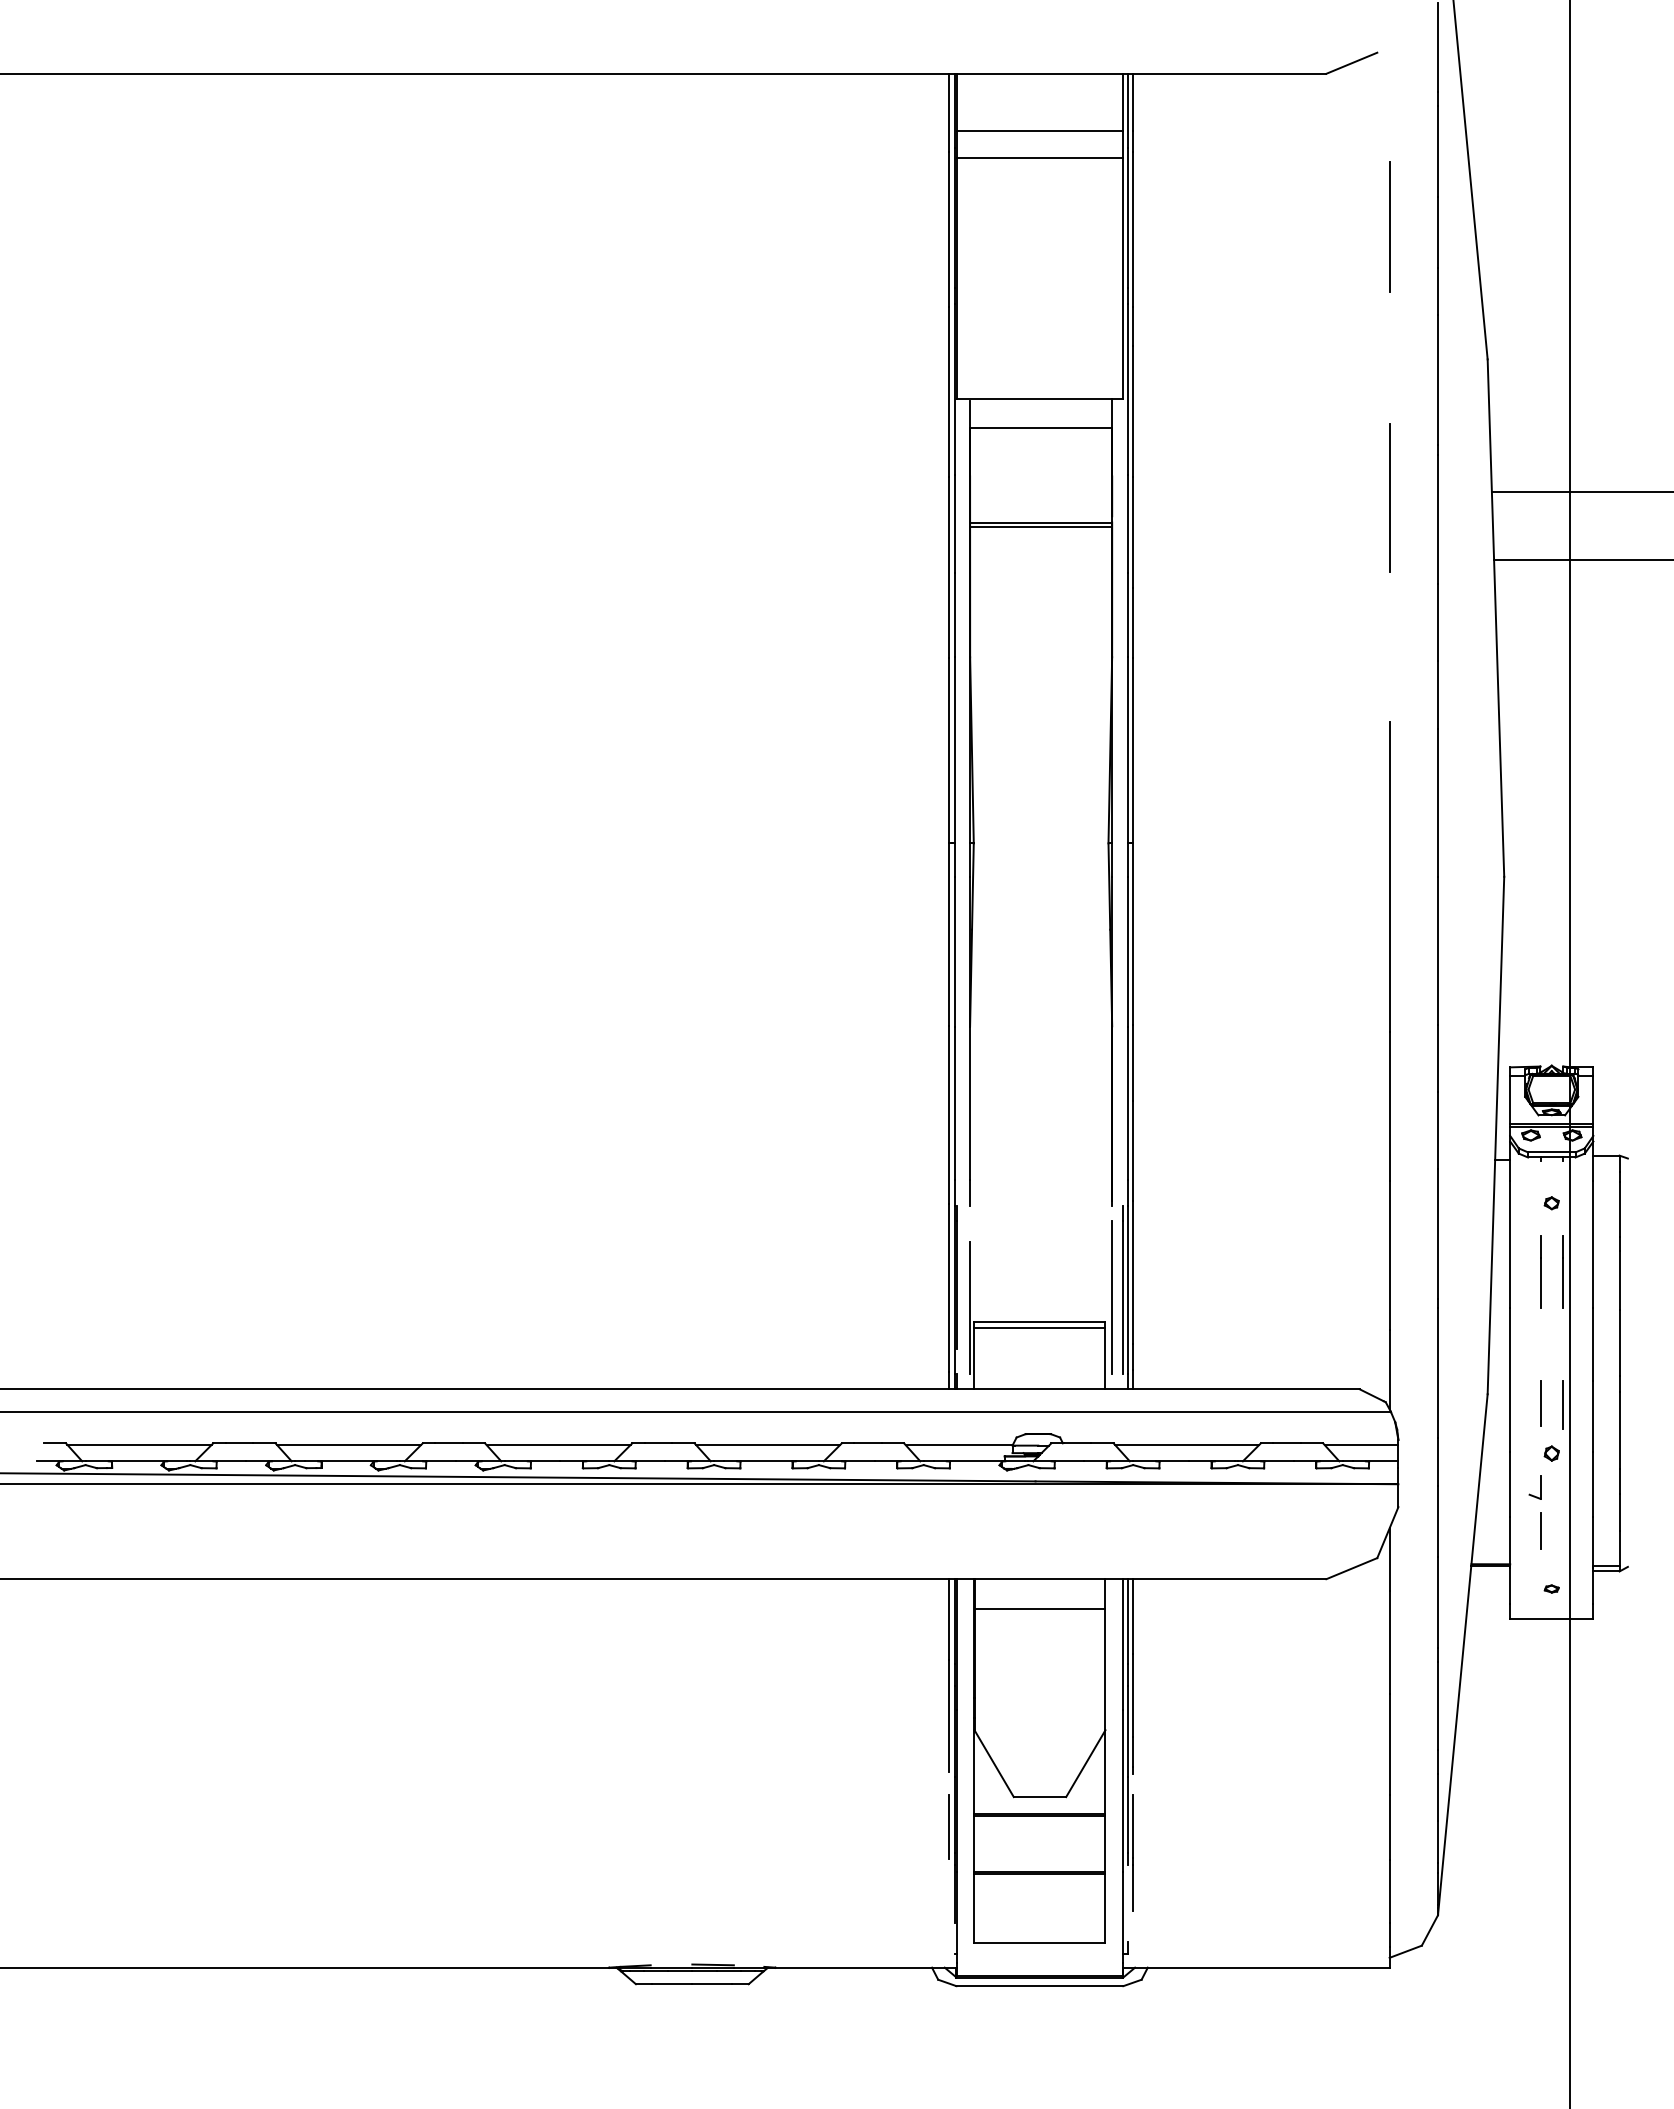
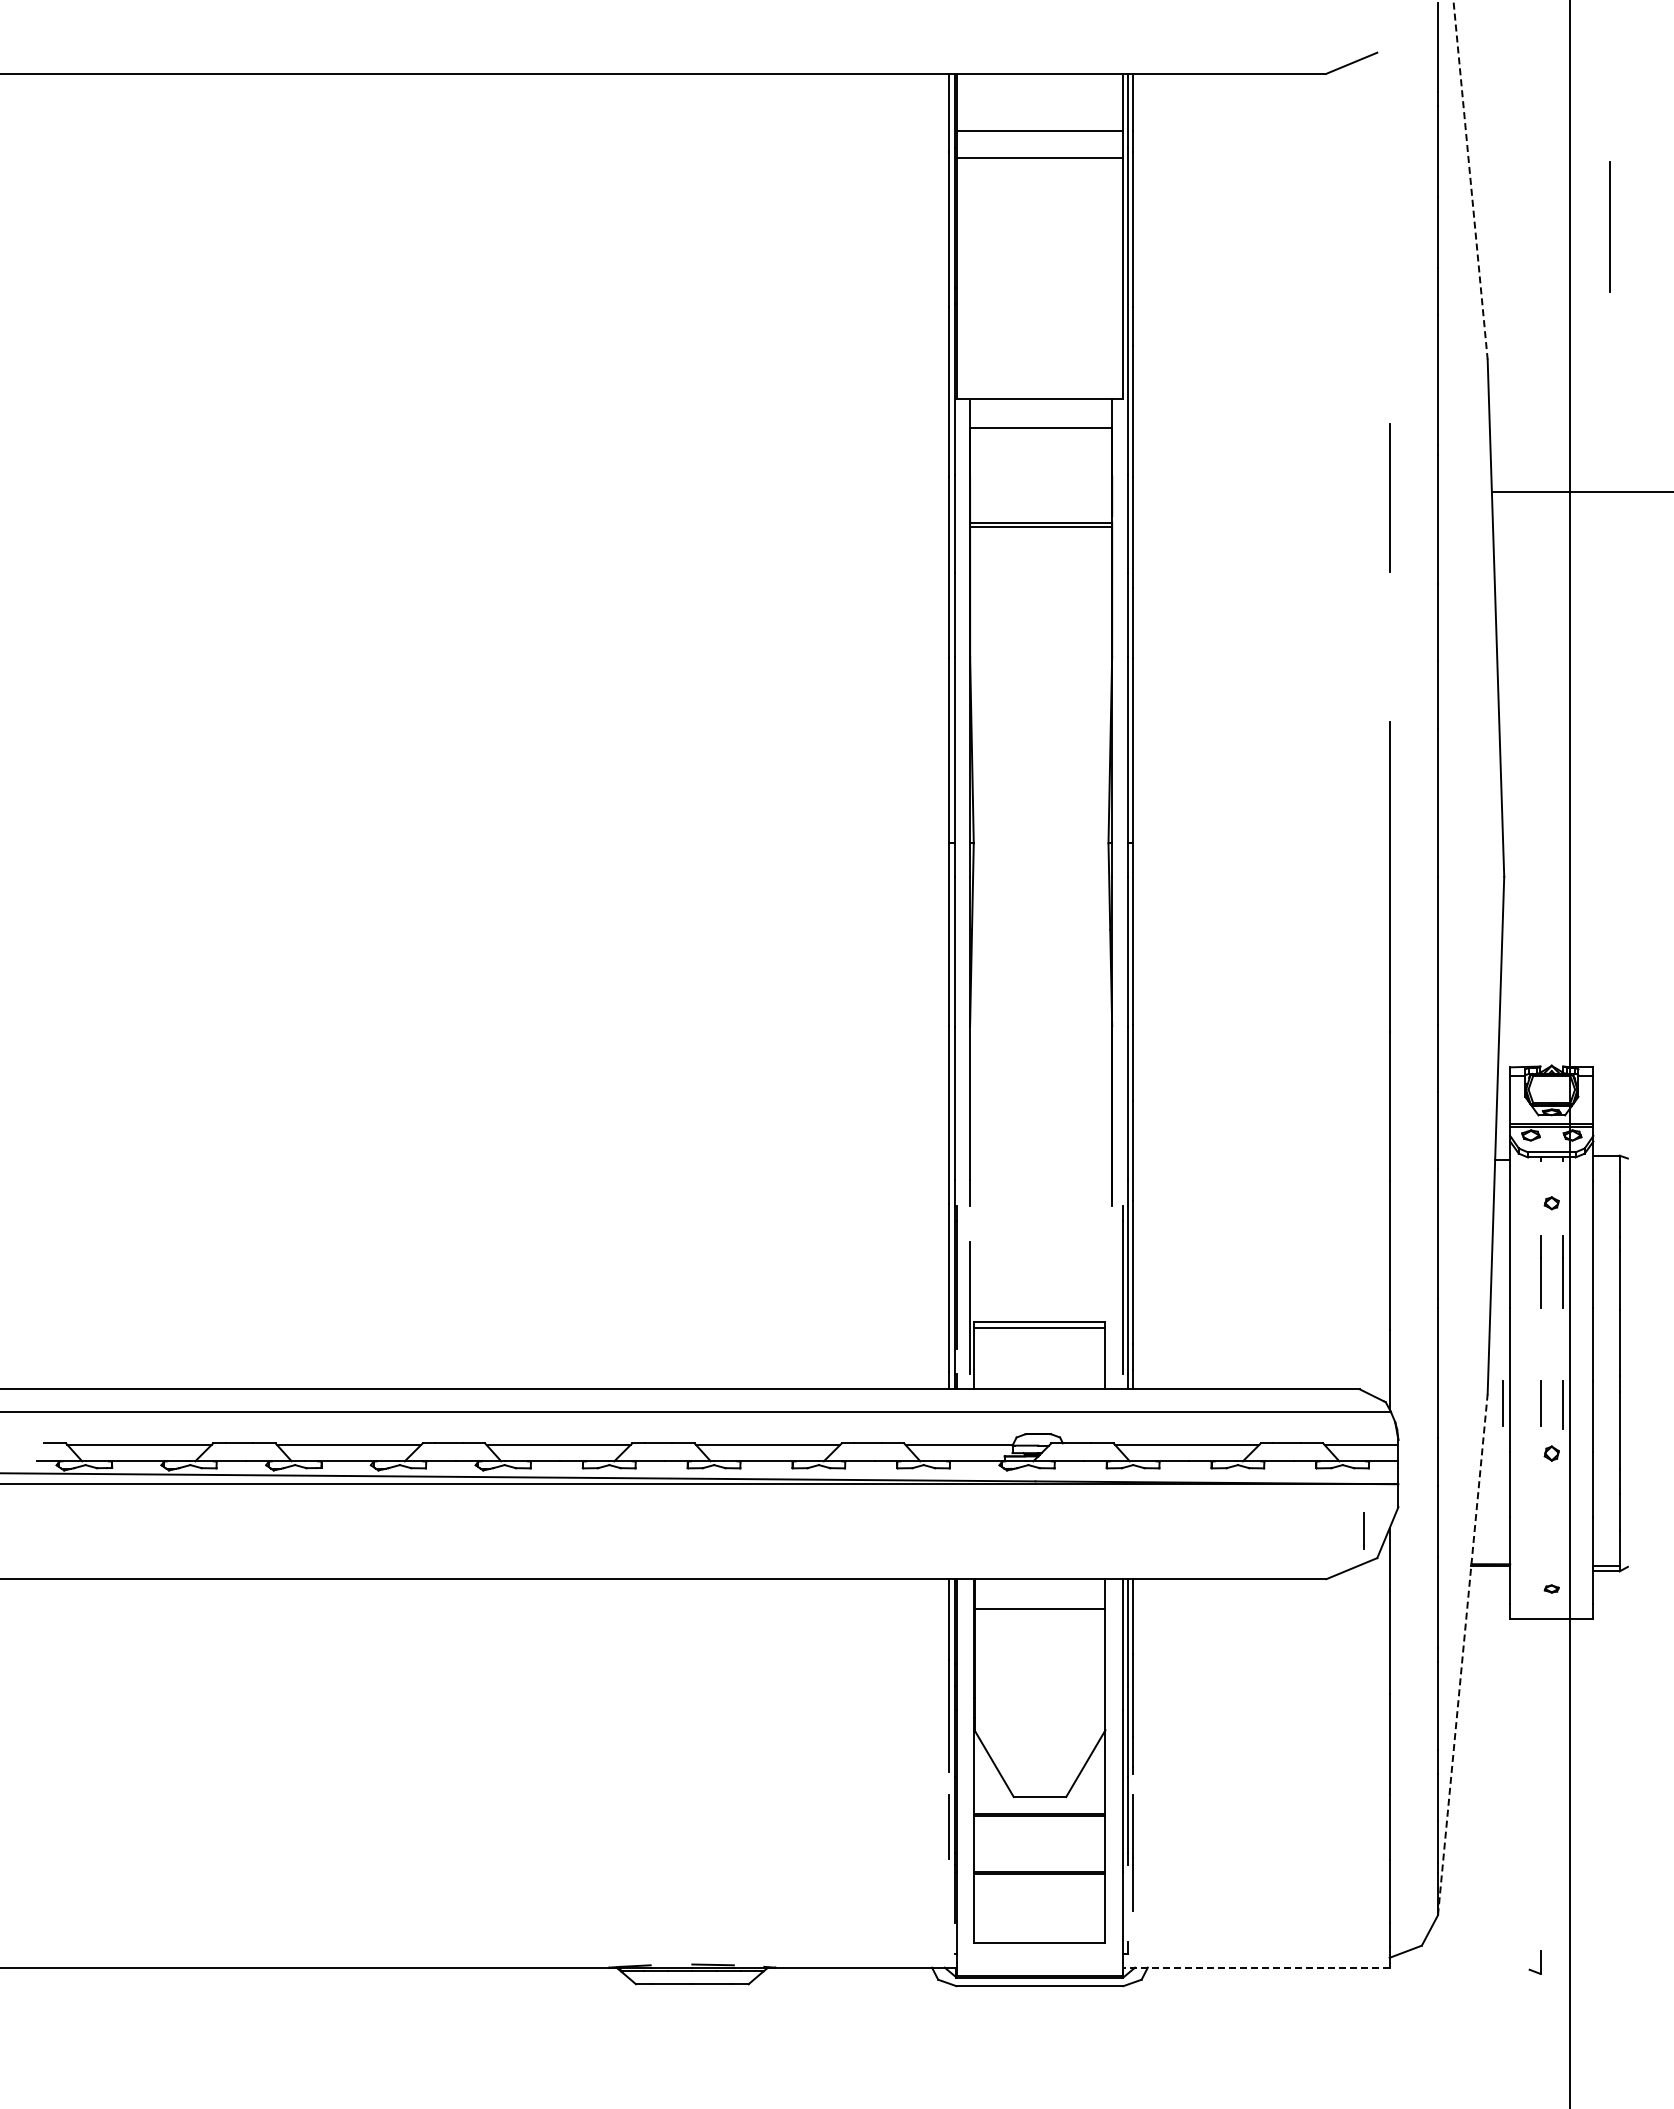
line at (1470, 180): solid -> dashed
line at (1389, 226) position: (1389, 226) -> (1609, 226)
line at (1582, 560): present -> none
line at (1112, 1297): present -> none
line at (1502, 1403): none -> present
part at (1534, 1487) position: (1534, 1487) -> (1534, 1962)
line at (1540, 1530) position: (1540, 1530) -> (1363, 1530)
line at (1462, 1654): solid -> dashed
line at (1255, 1967): solid -> dashed
